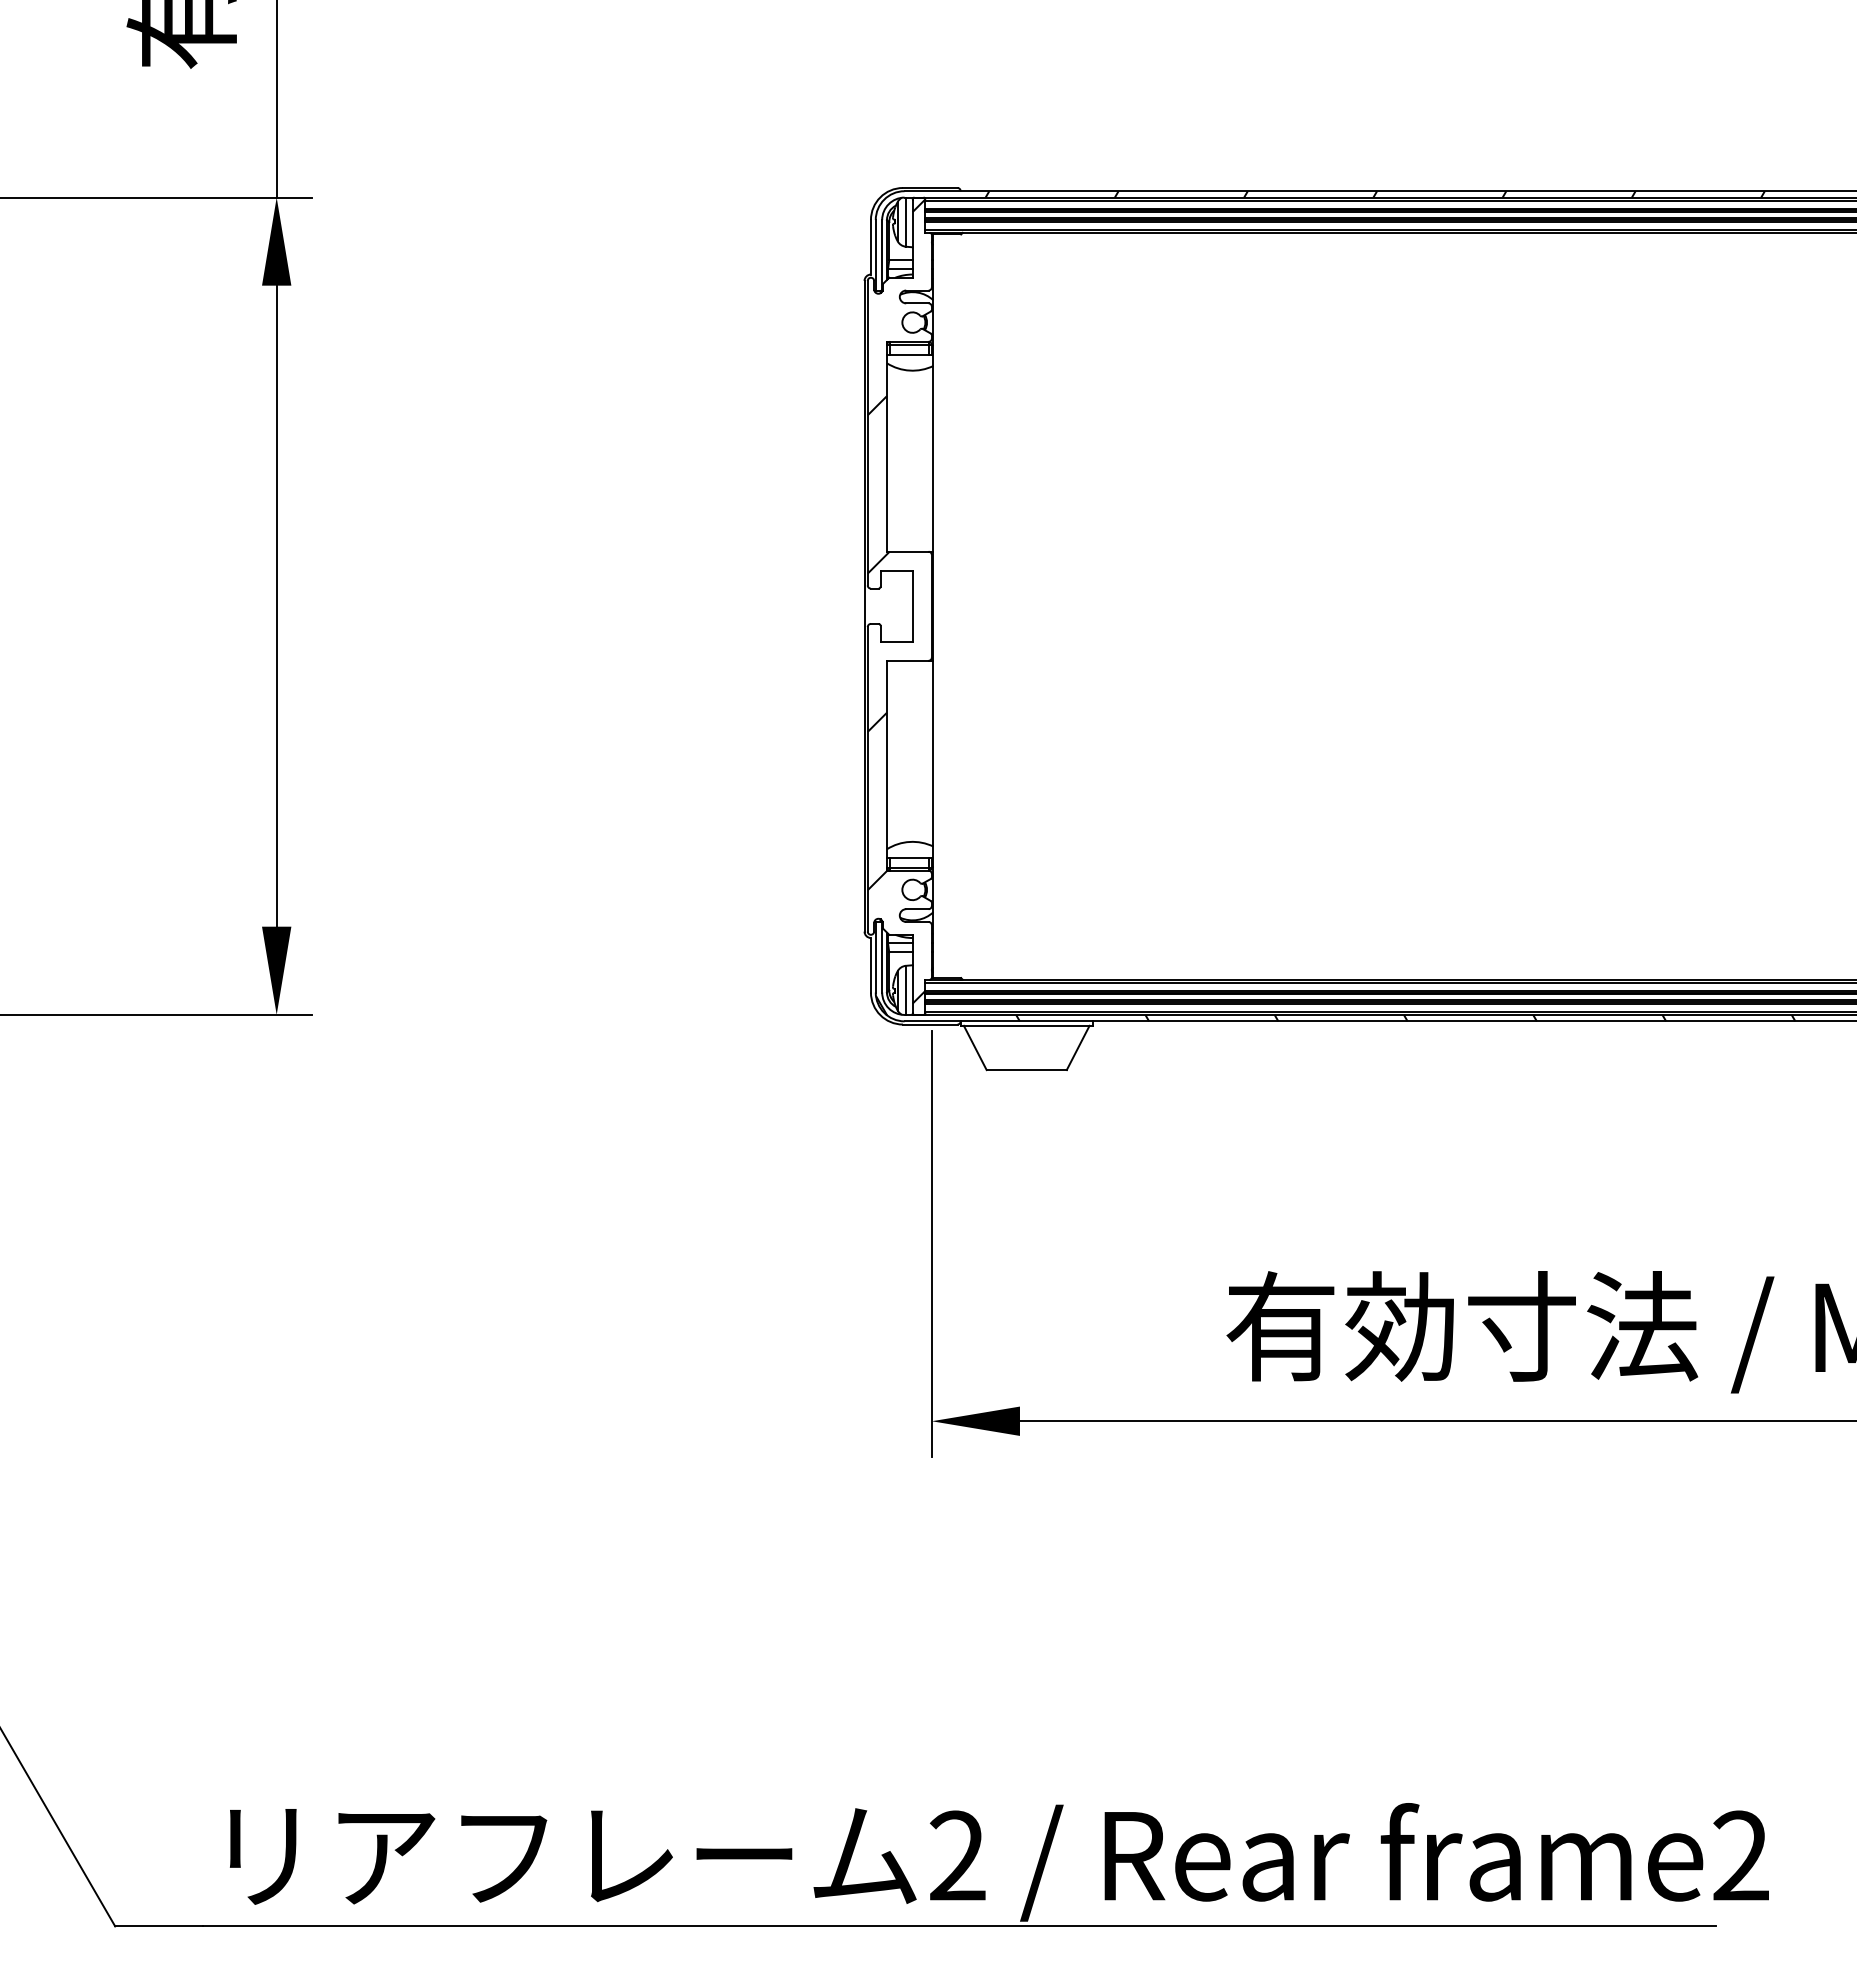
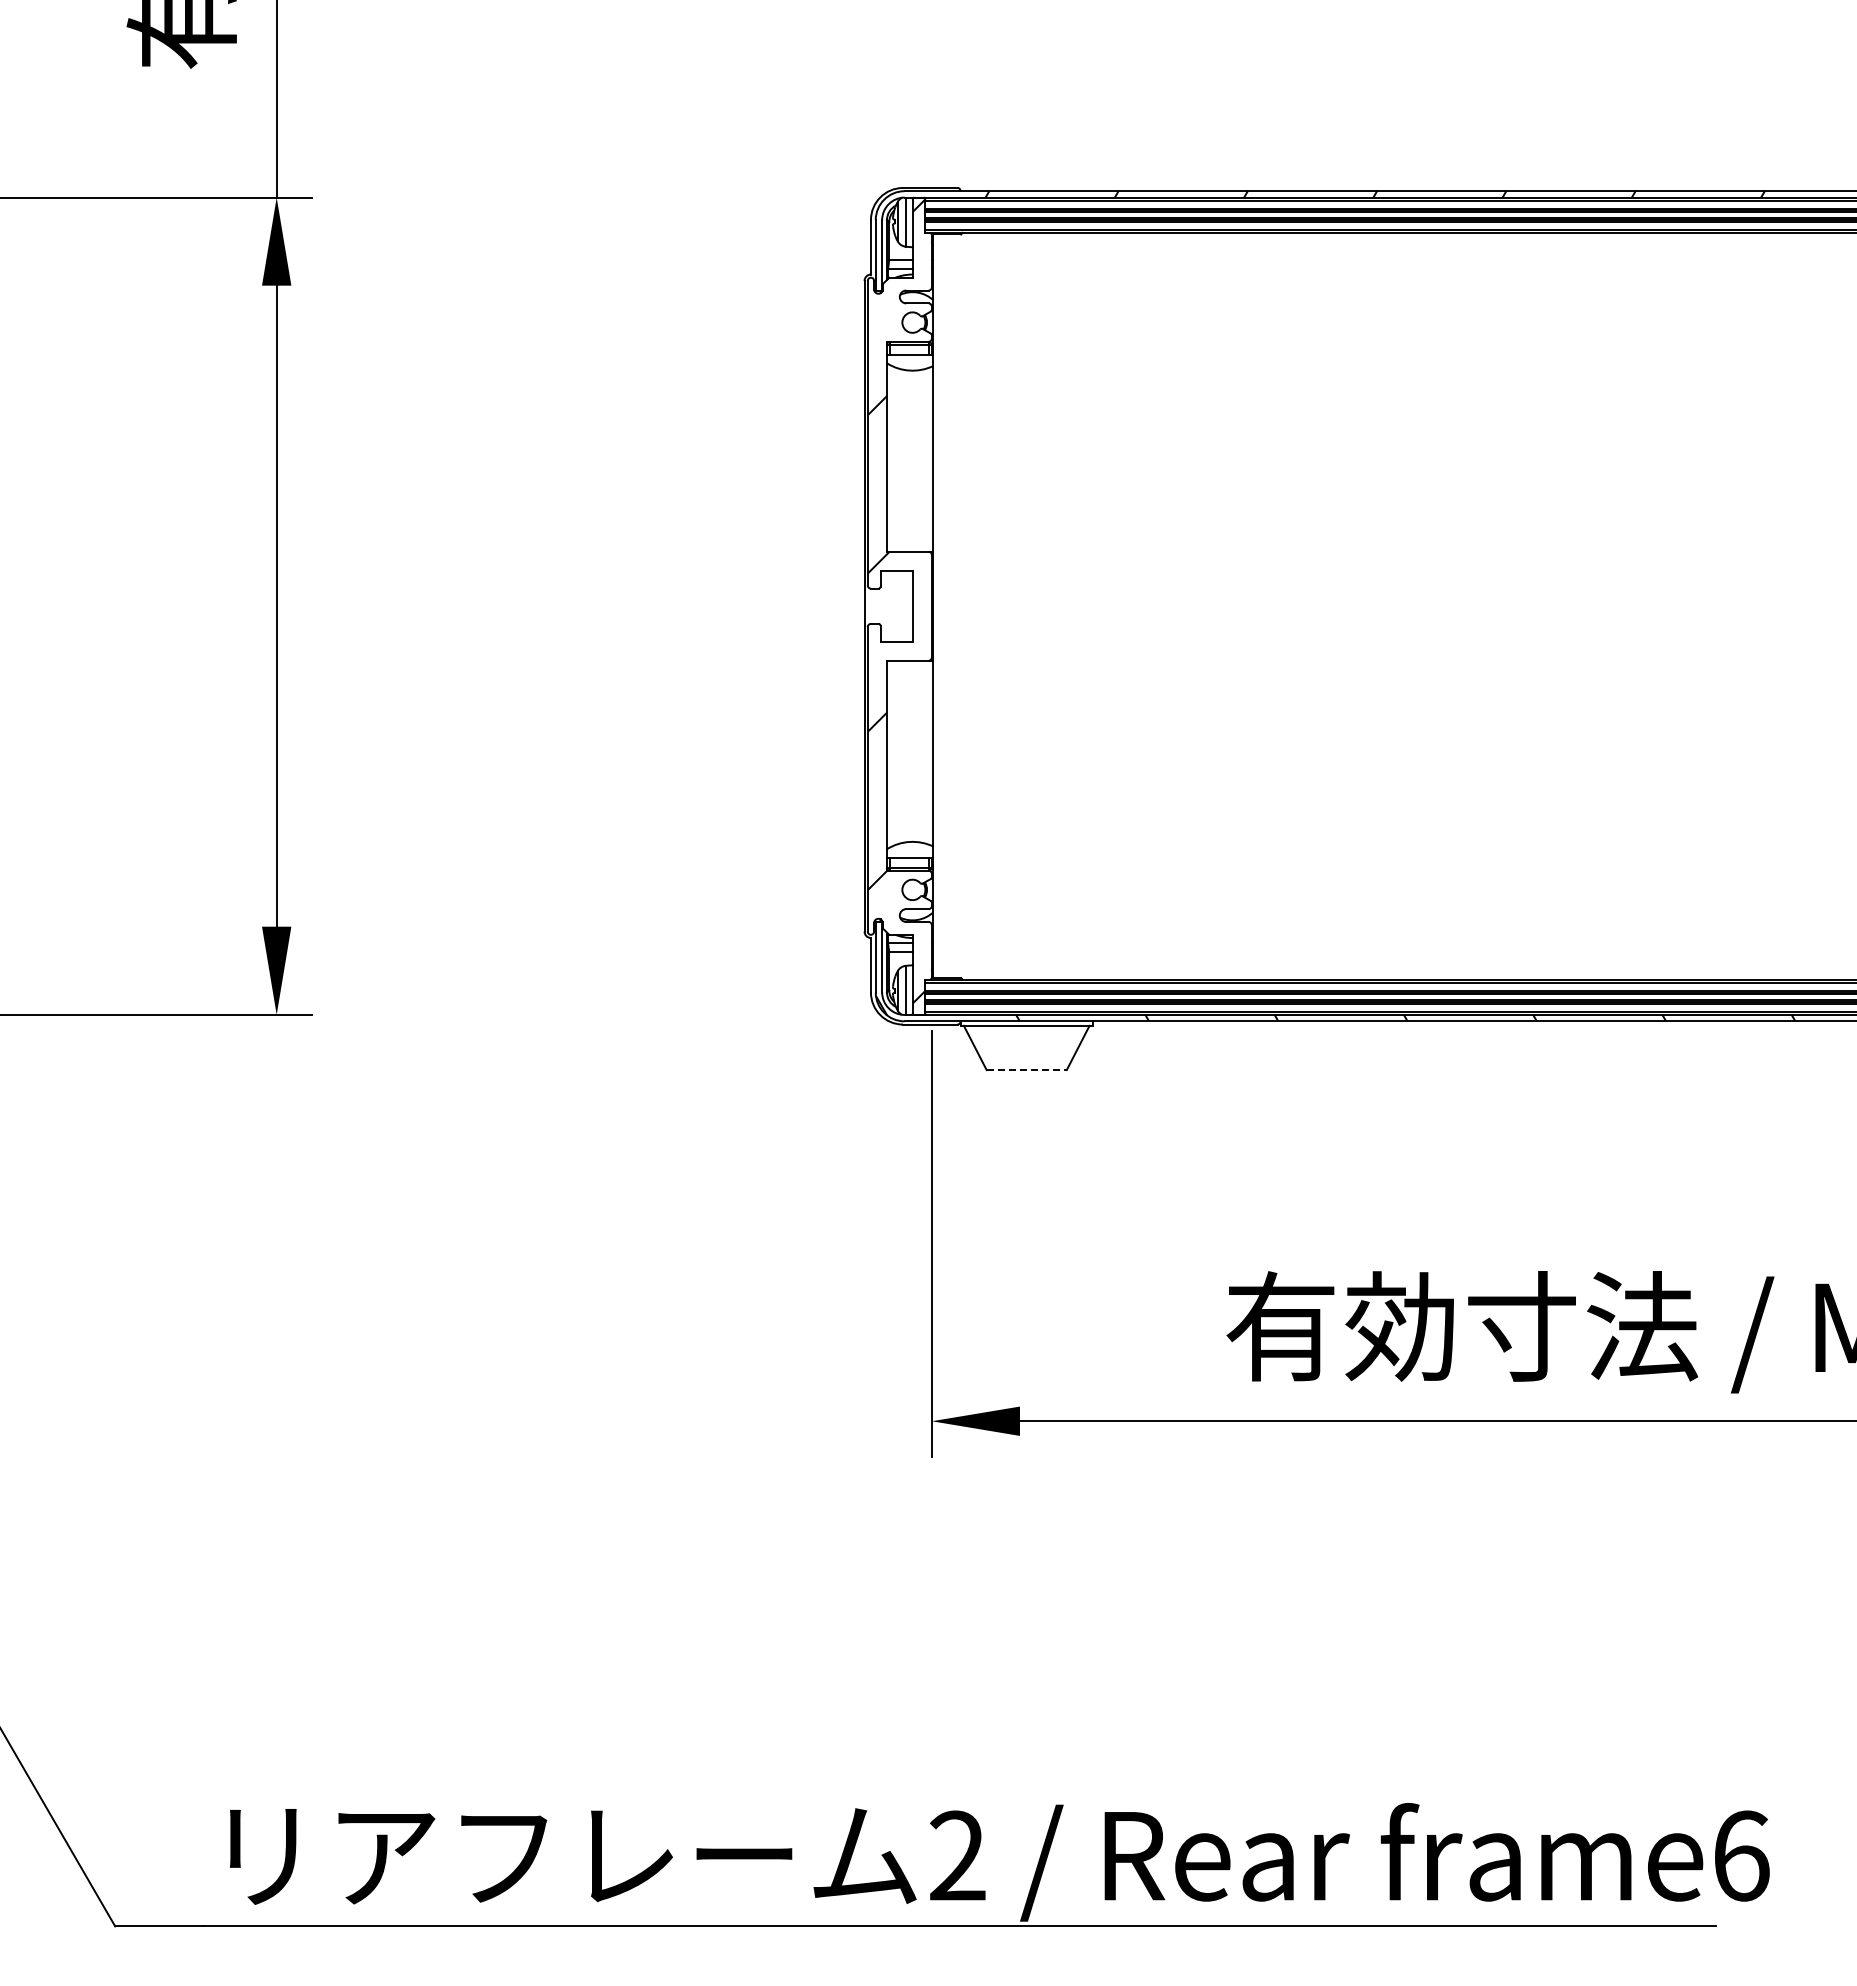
line at (1027, 1070): solid -> dashed
text at (1741, 1855): frame2 -> frame6
